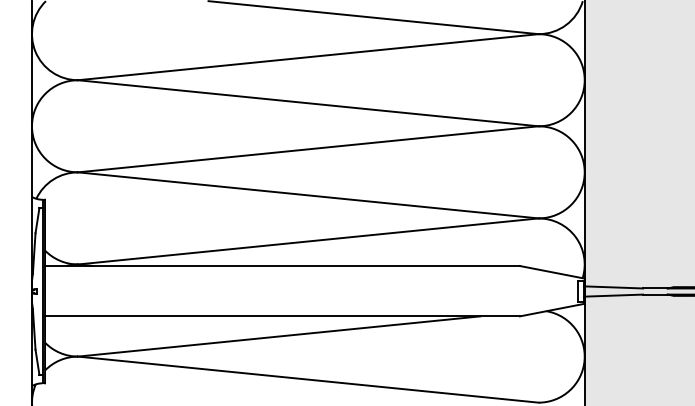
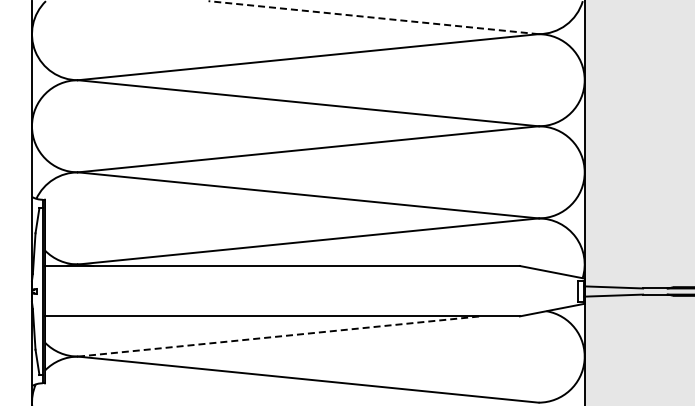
line at (373, 17): solid -> dashed
line at (279, 336): solid -> dashed
